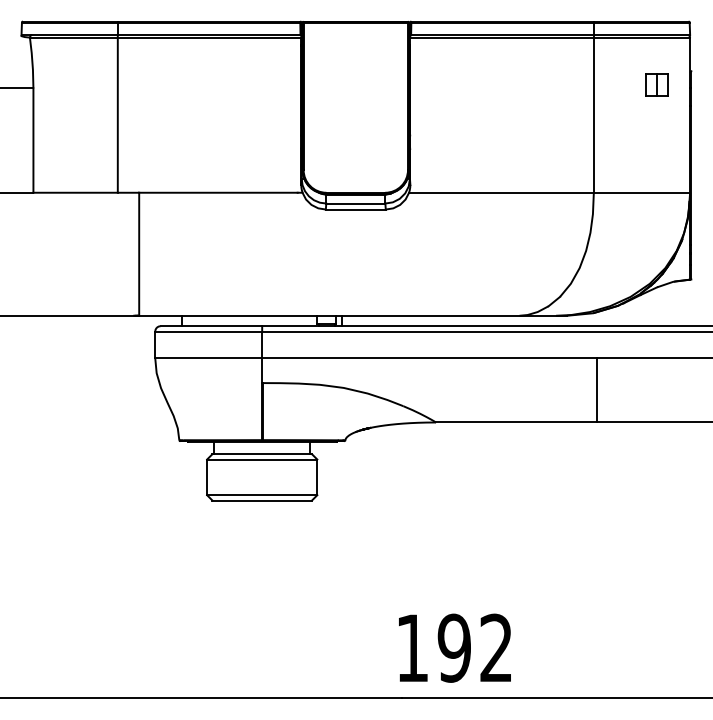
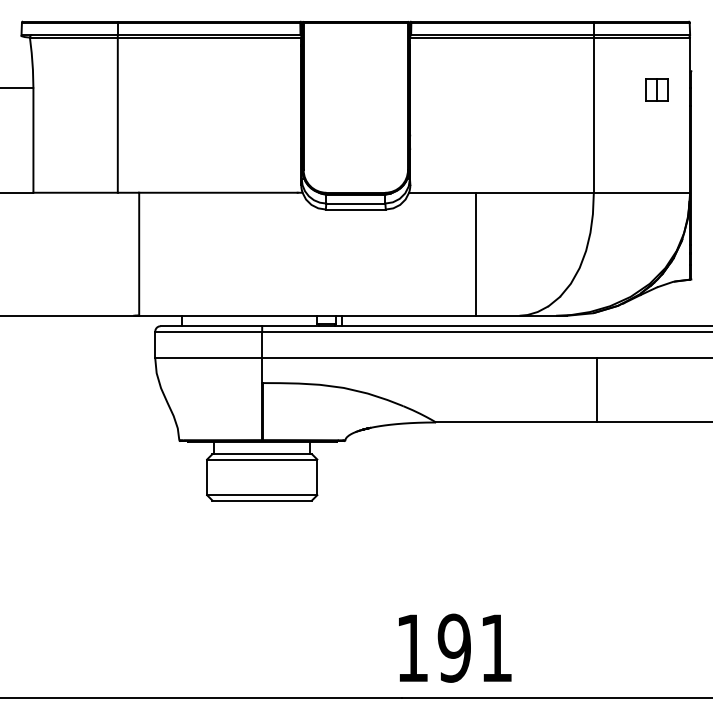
part at (656, 84) position: (656, 84) -> (656, 89)
line at (476, 253): none -> present
text at (495, 647): 192 -> 191
